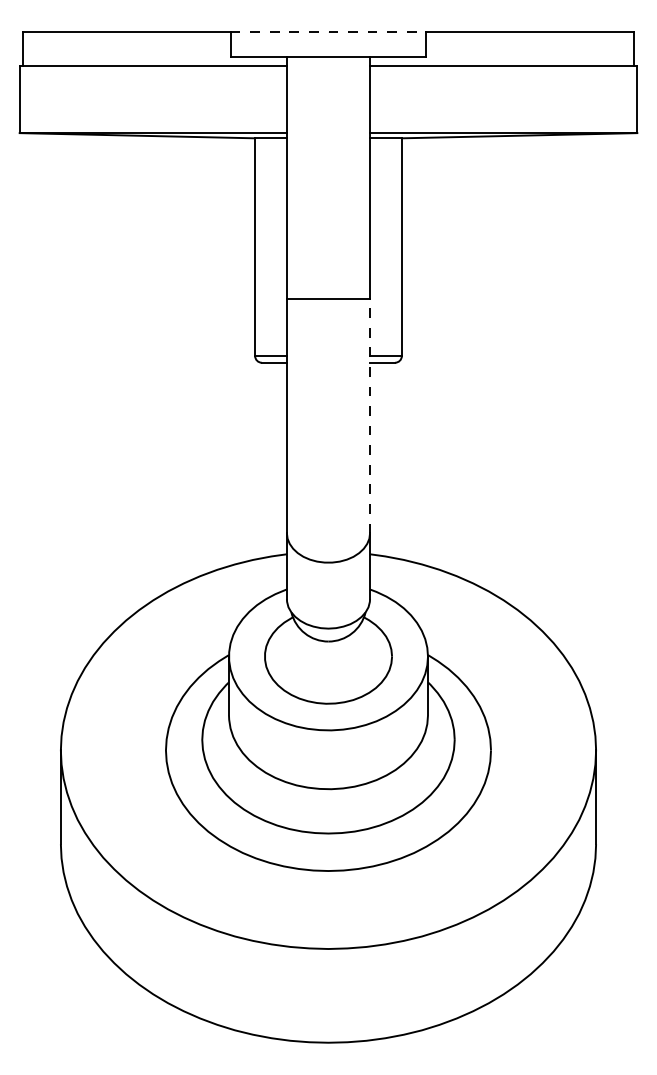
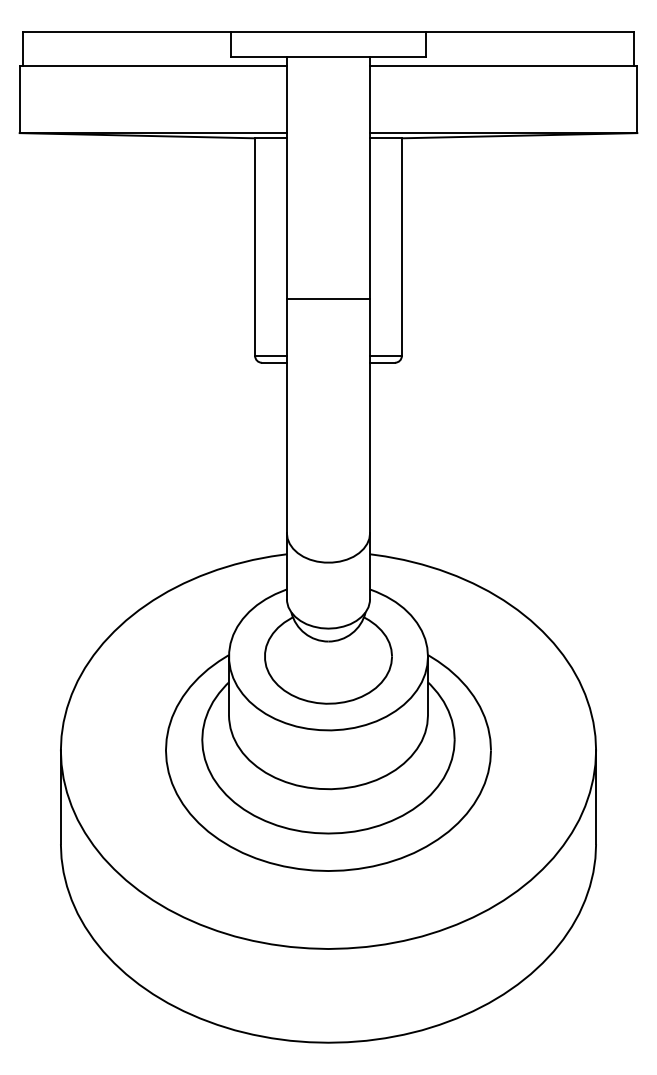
line at (328, 32): dashed -> solid
line at (370, 416): dashed -> solid
